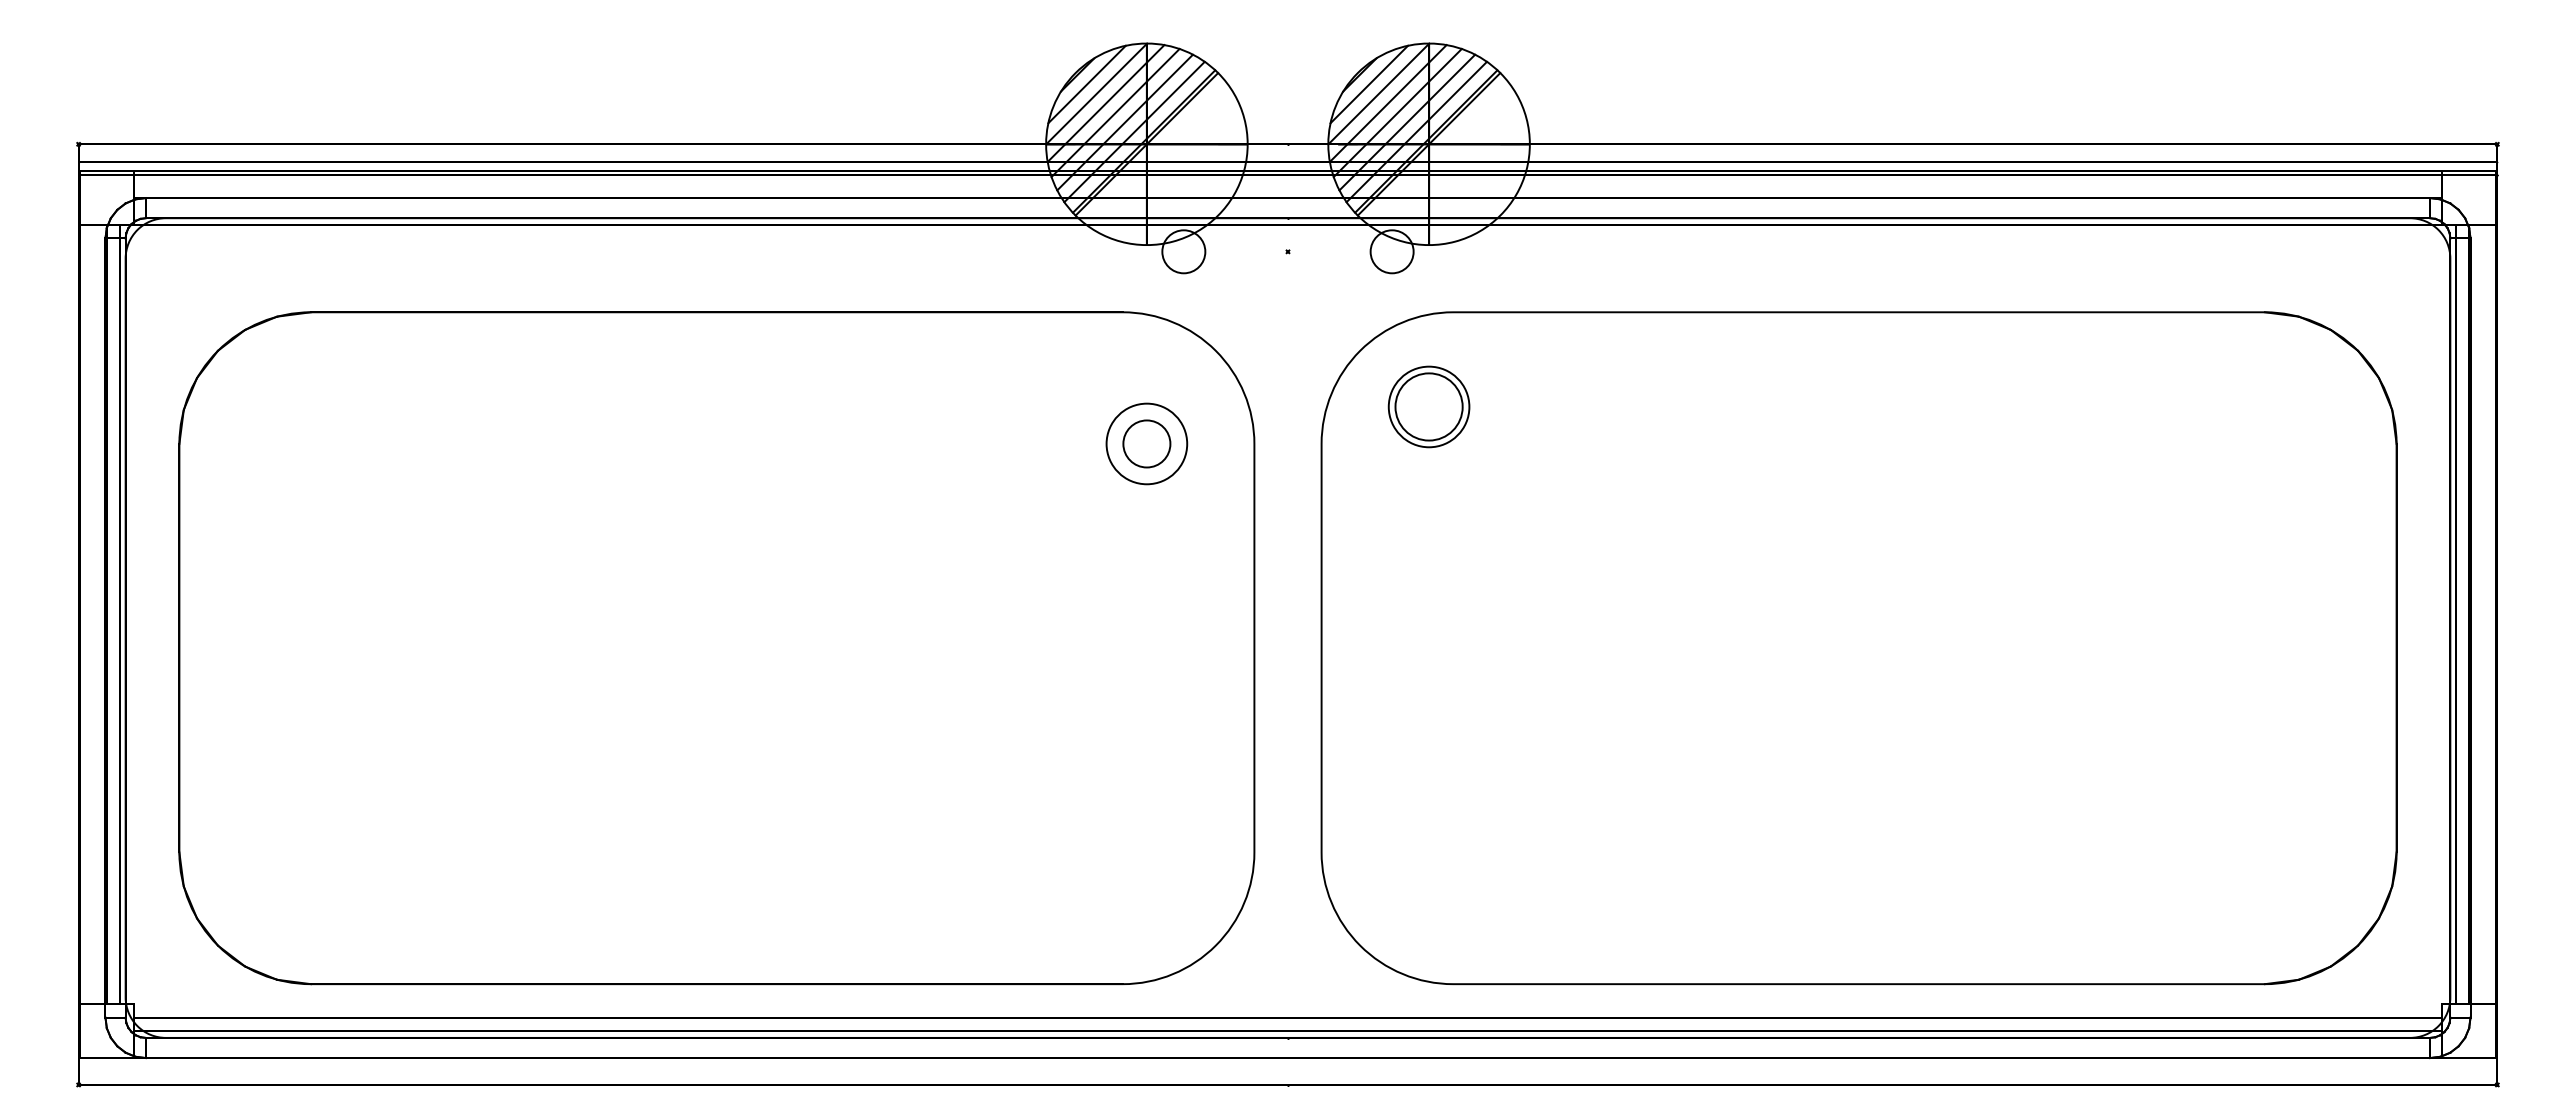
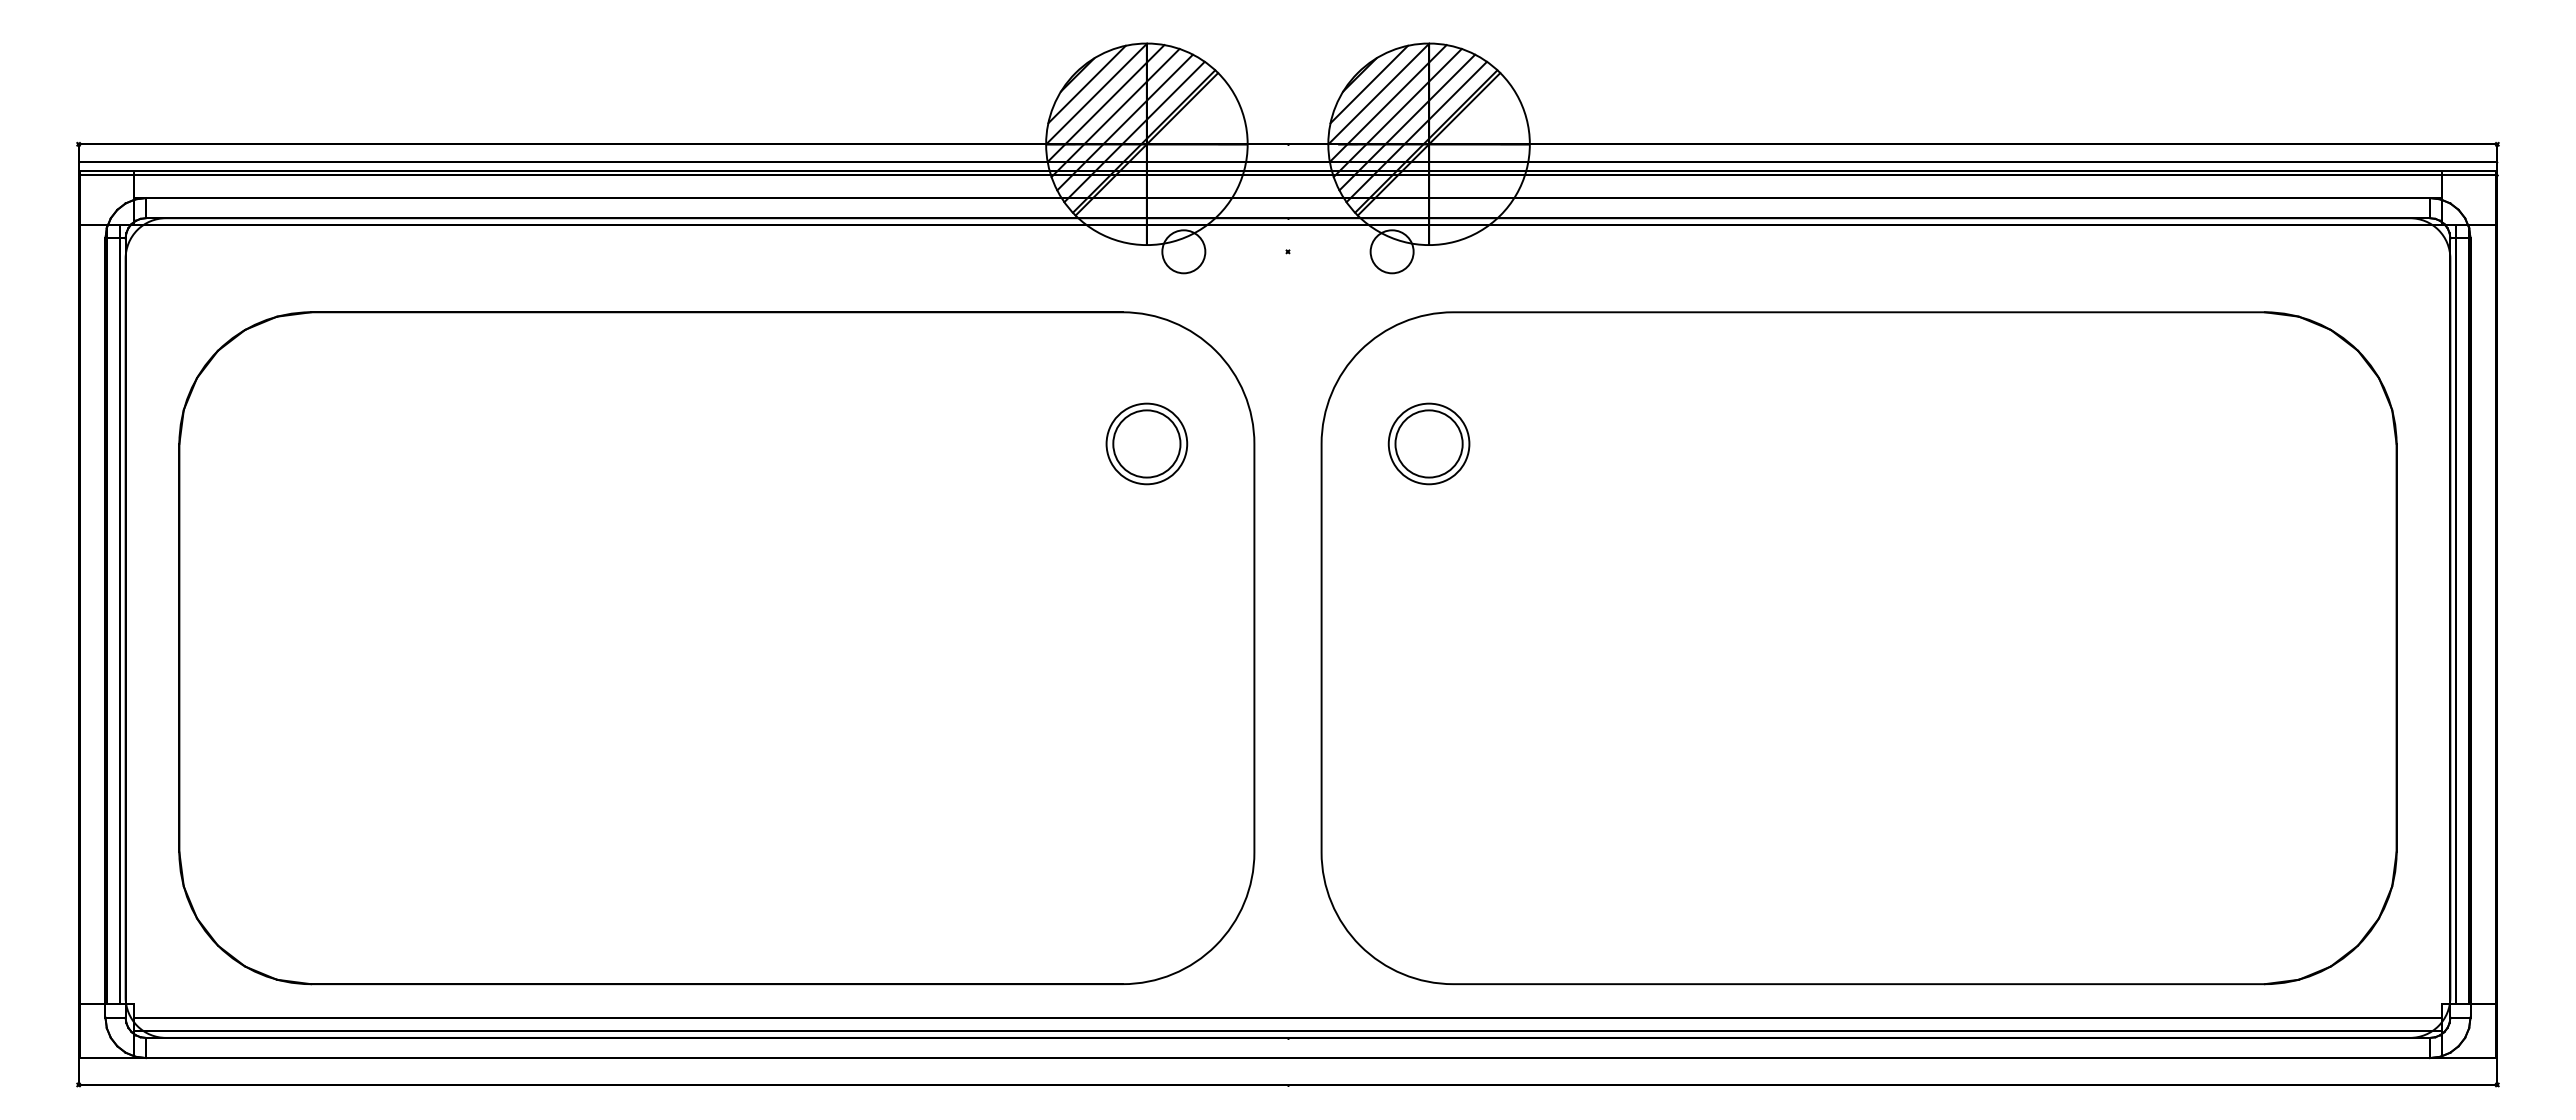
part at (1428, 406) position: (1428, 406) -> (1428, 443)
circle at (1146, 443) diameter: 47 px -> 67 px
